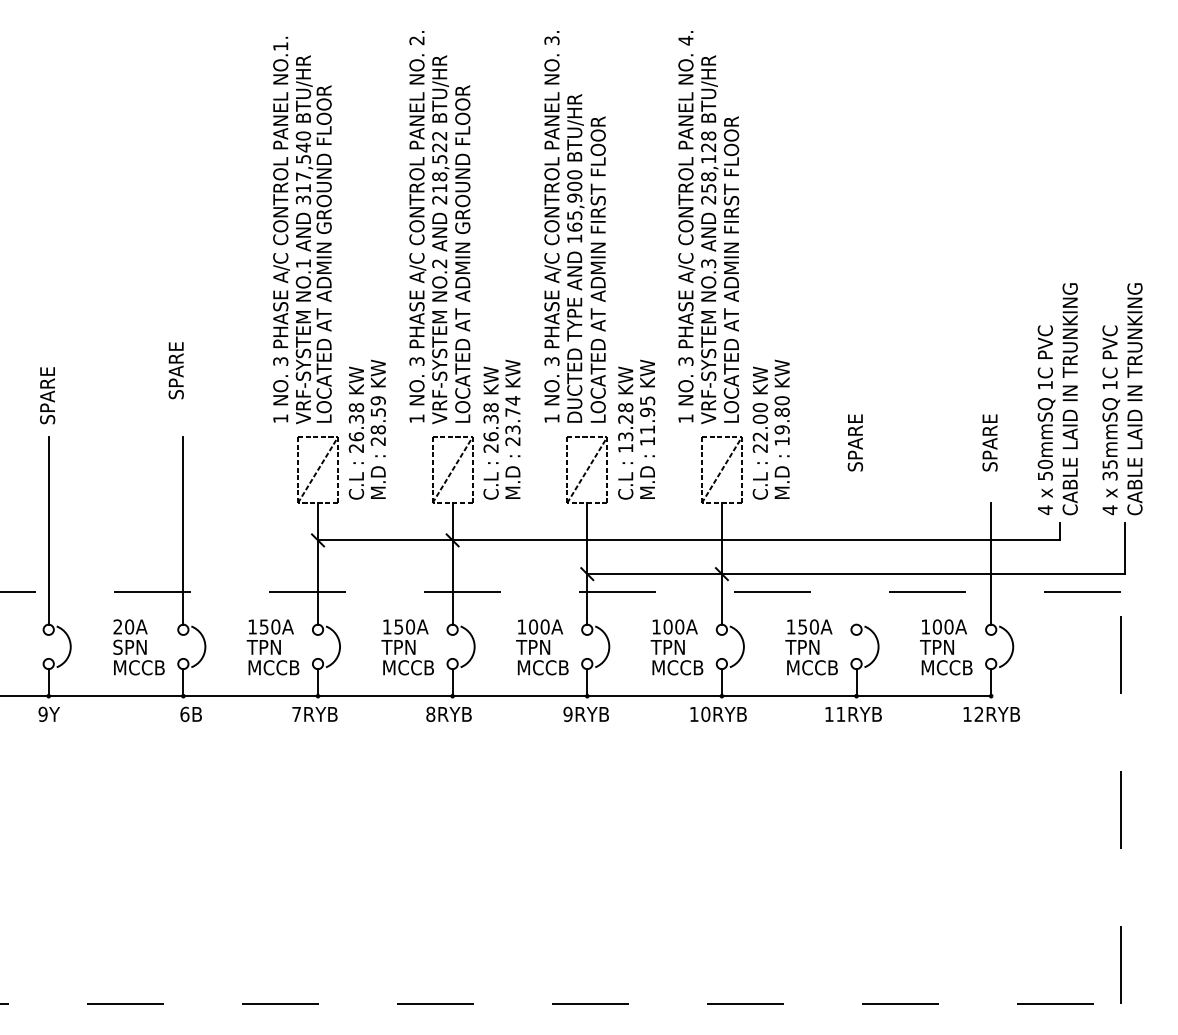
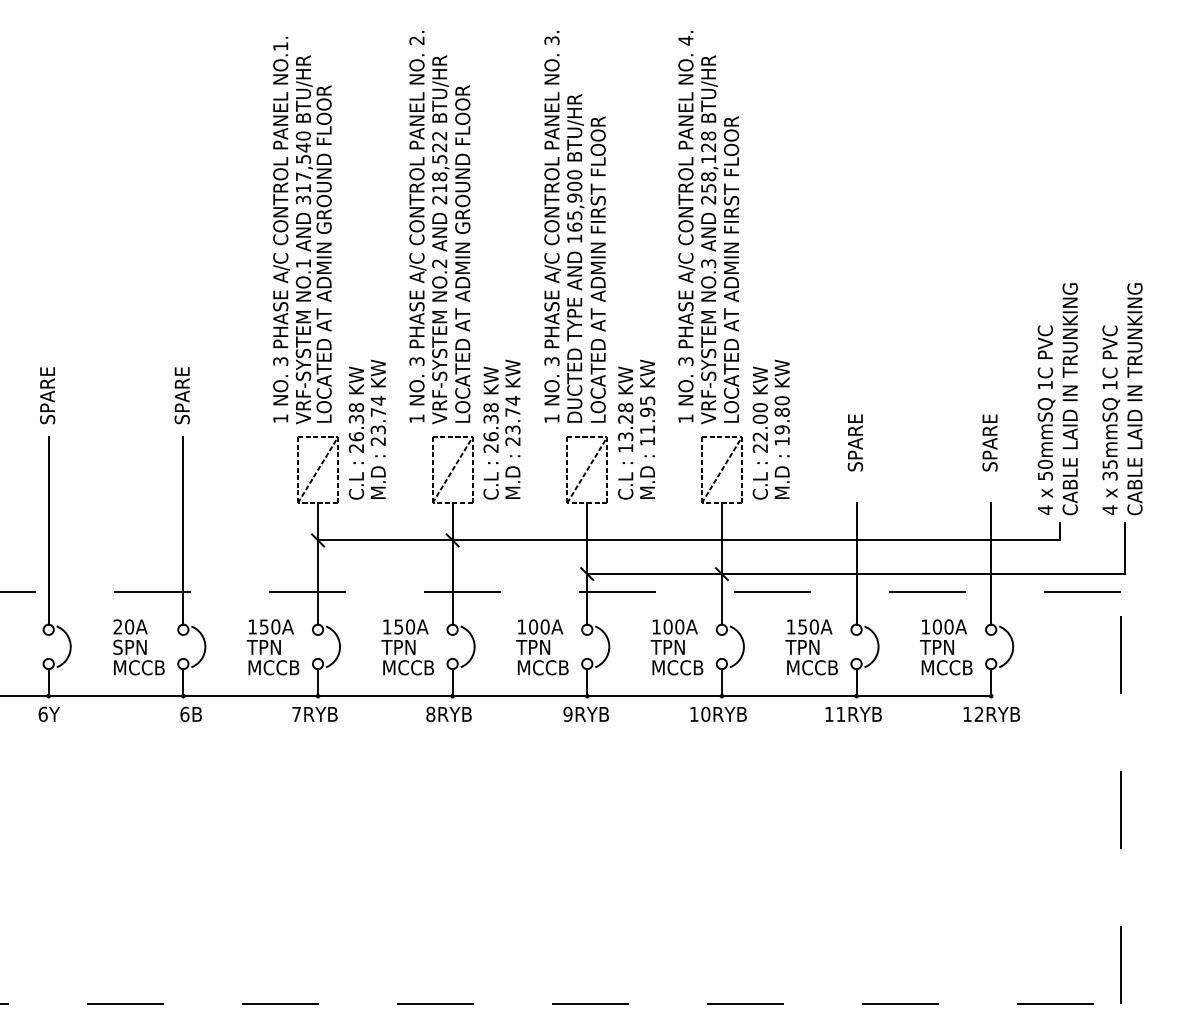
text at (175, 370) position: (175, 370) -> (181, 395)
text at (377, 415): 28.59 -> 23.74
line at (856, 563): none -> present
text at (42, 713): 9Y -> 6Y
